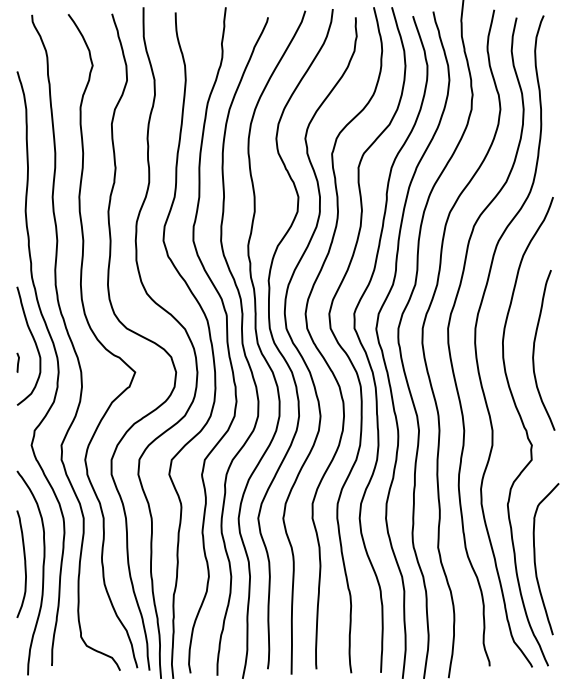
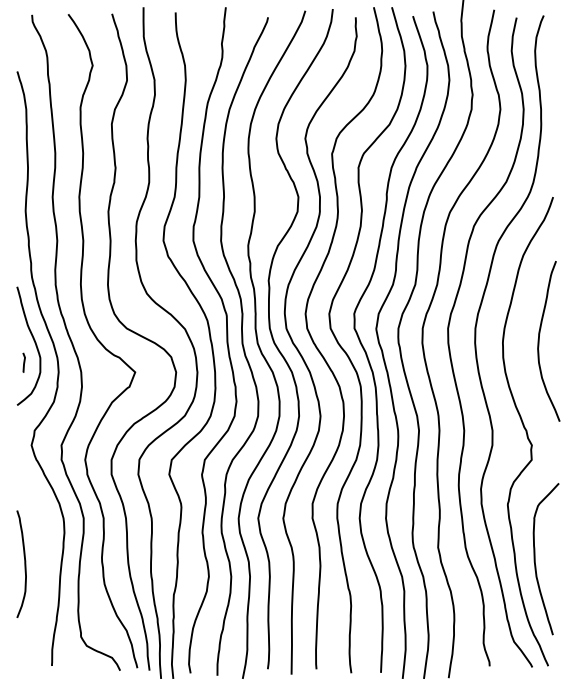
curve at (534, 350) position: (534, 350) -> (539, 341)
line at (17, 362) position: (17, 362) -> (23, 362)
curve at (42, 572): present -> none
